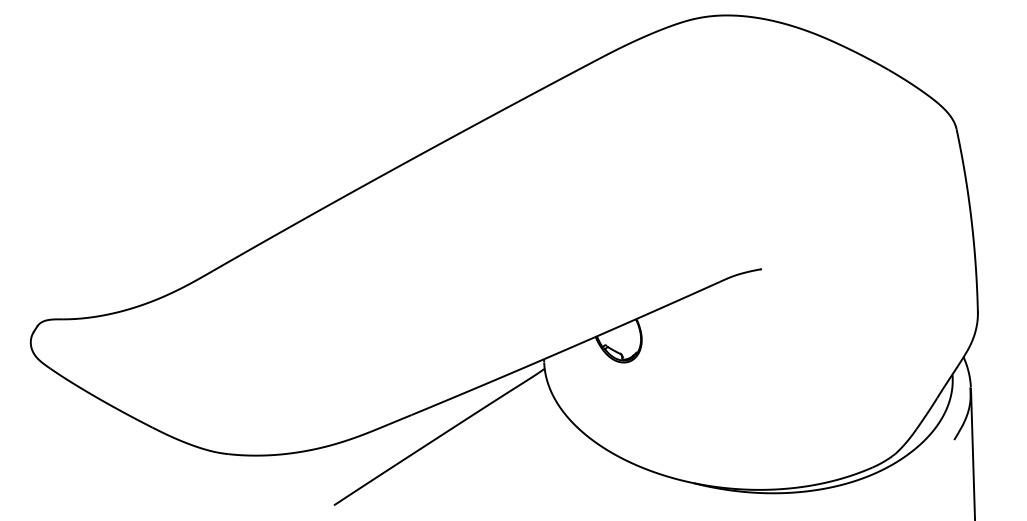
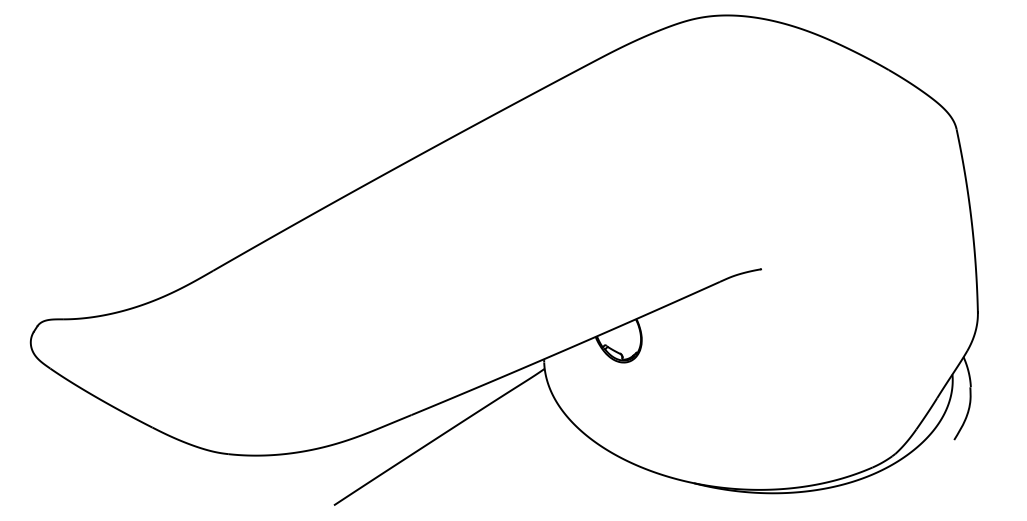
line at (972, 452): present -> none
